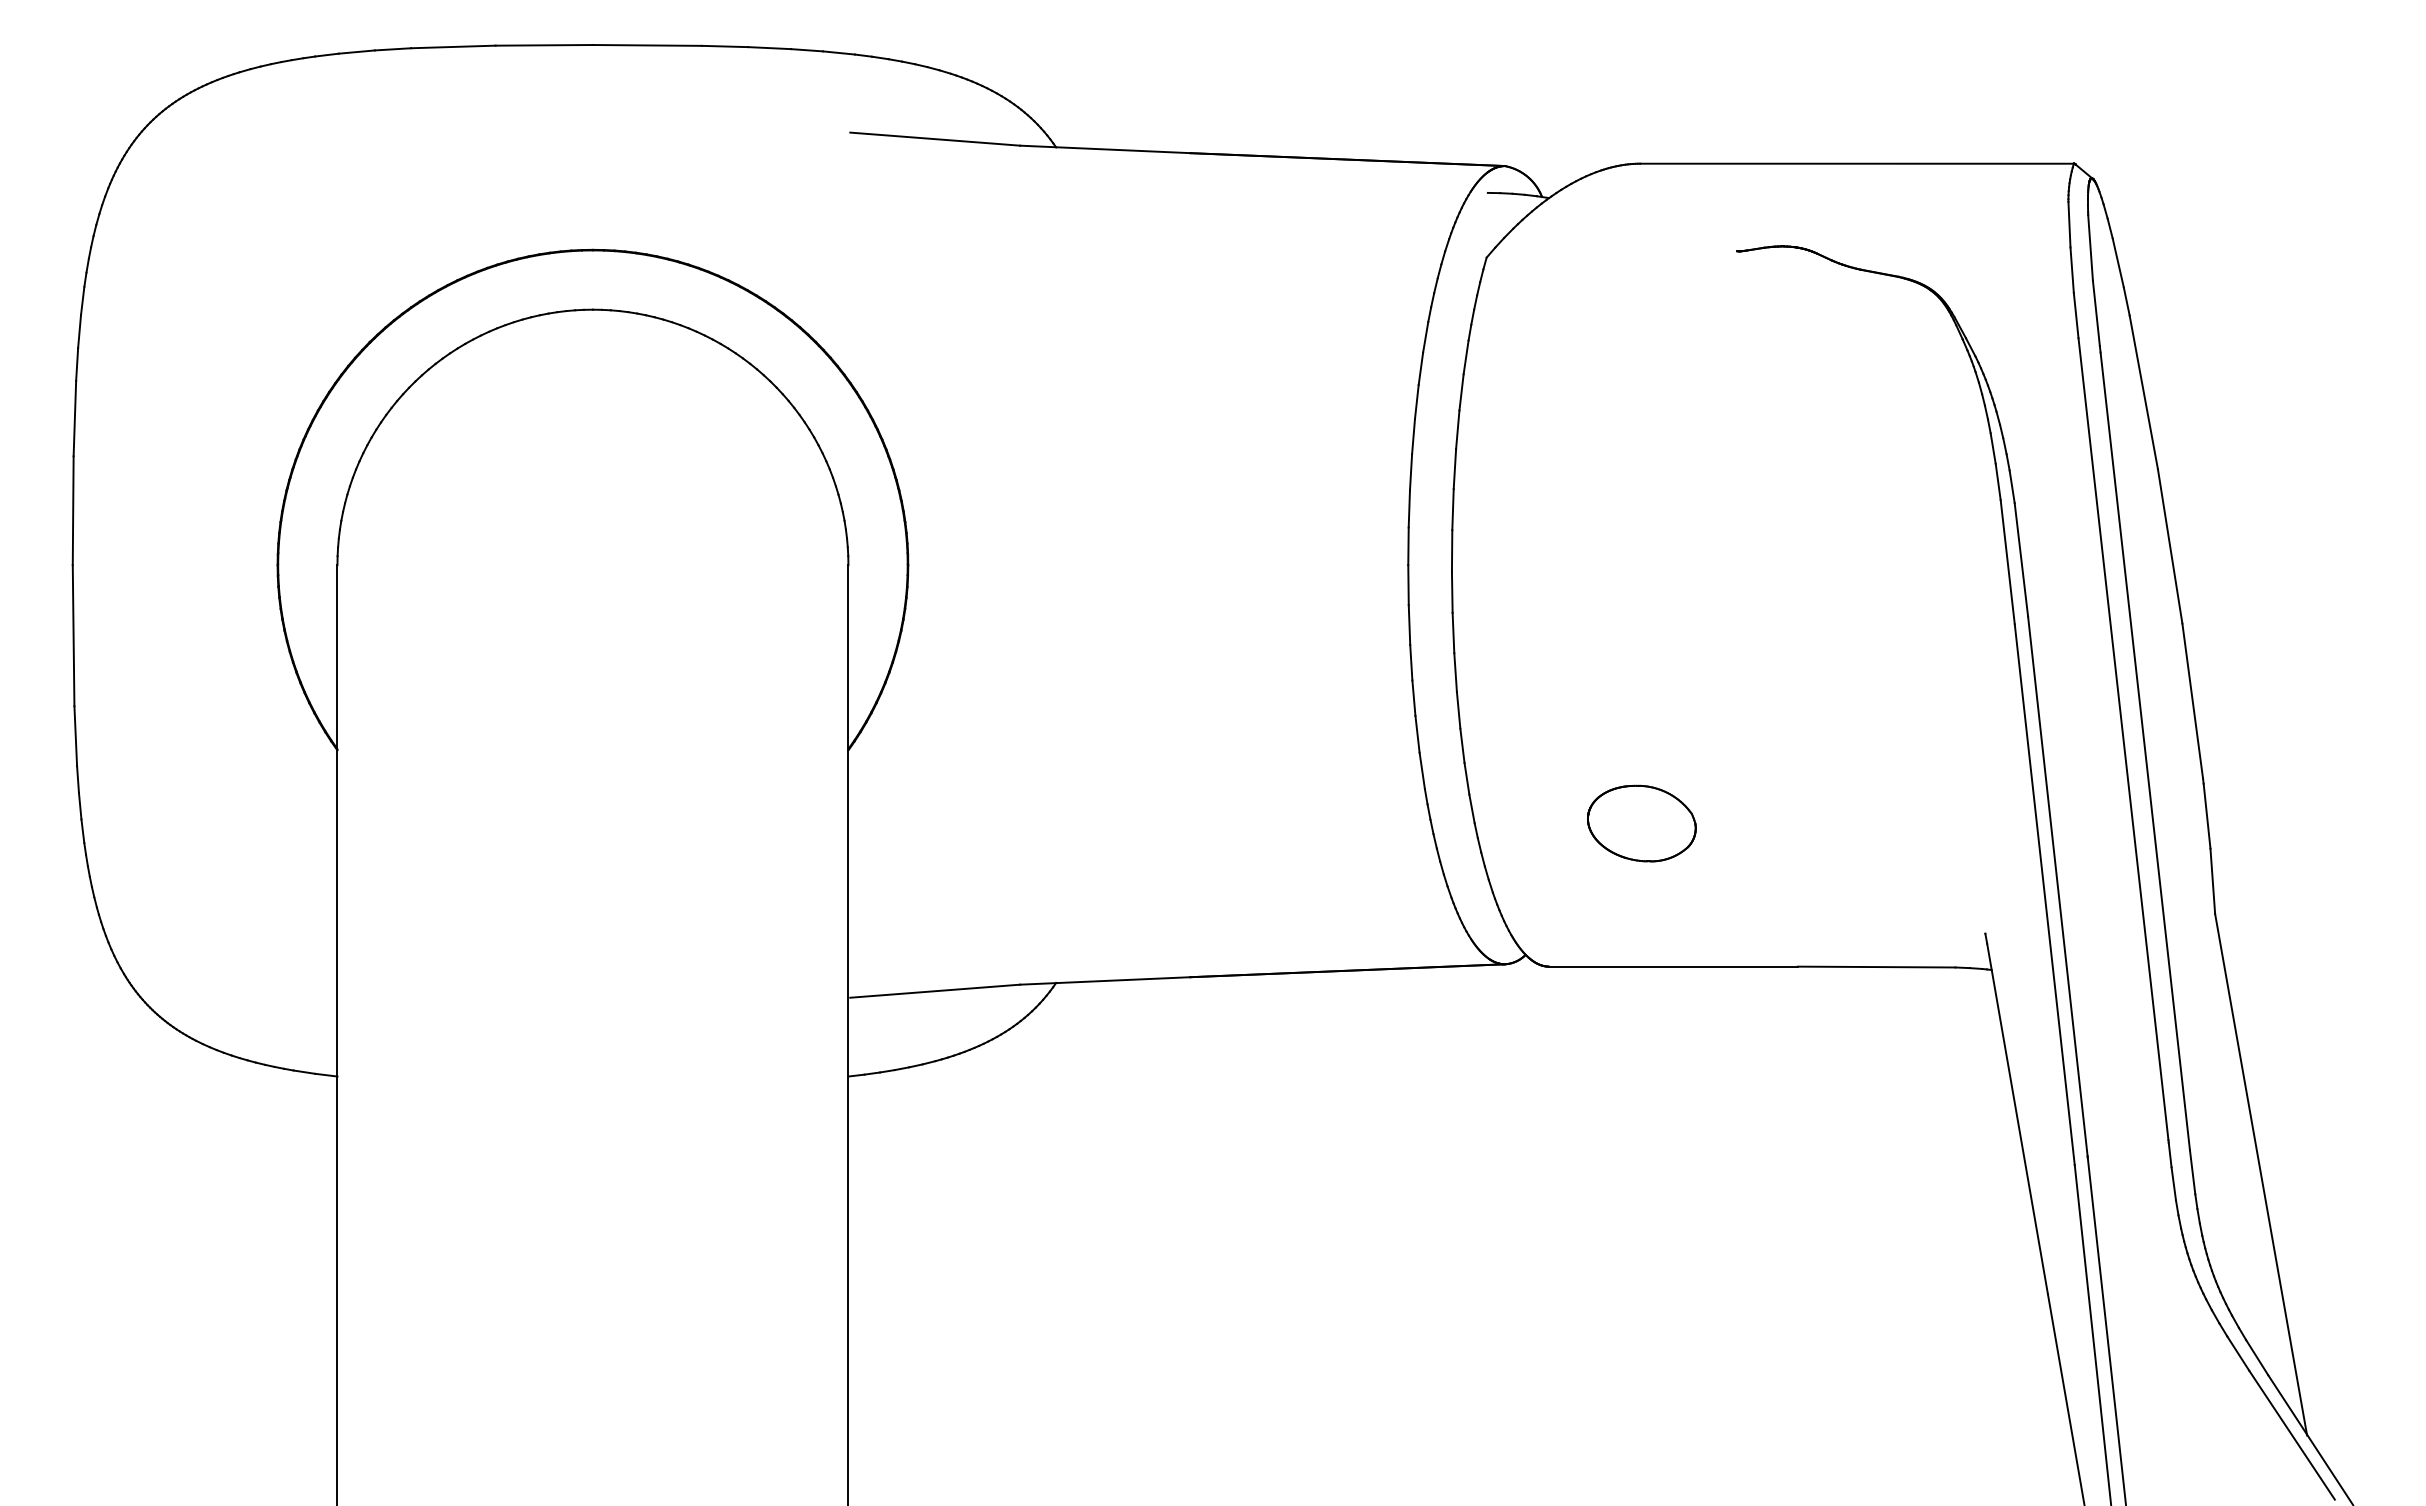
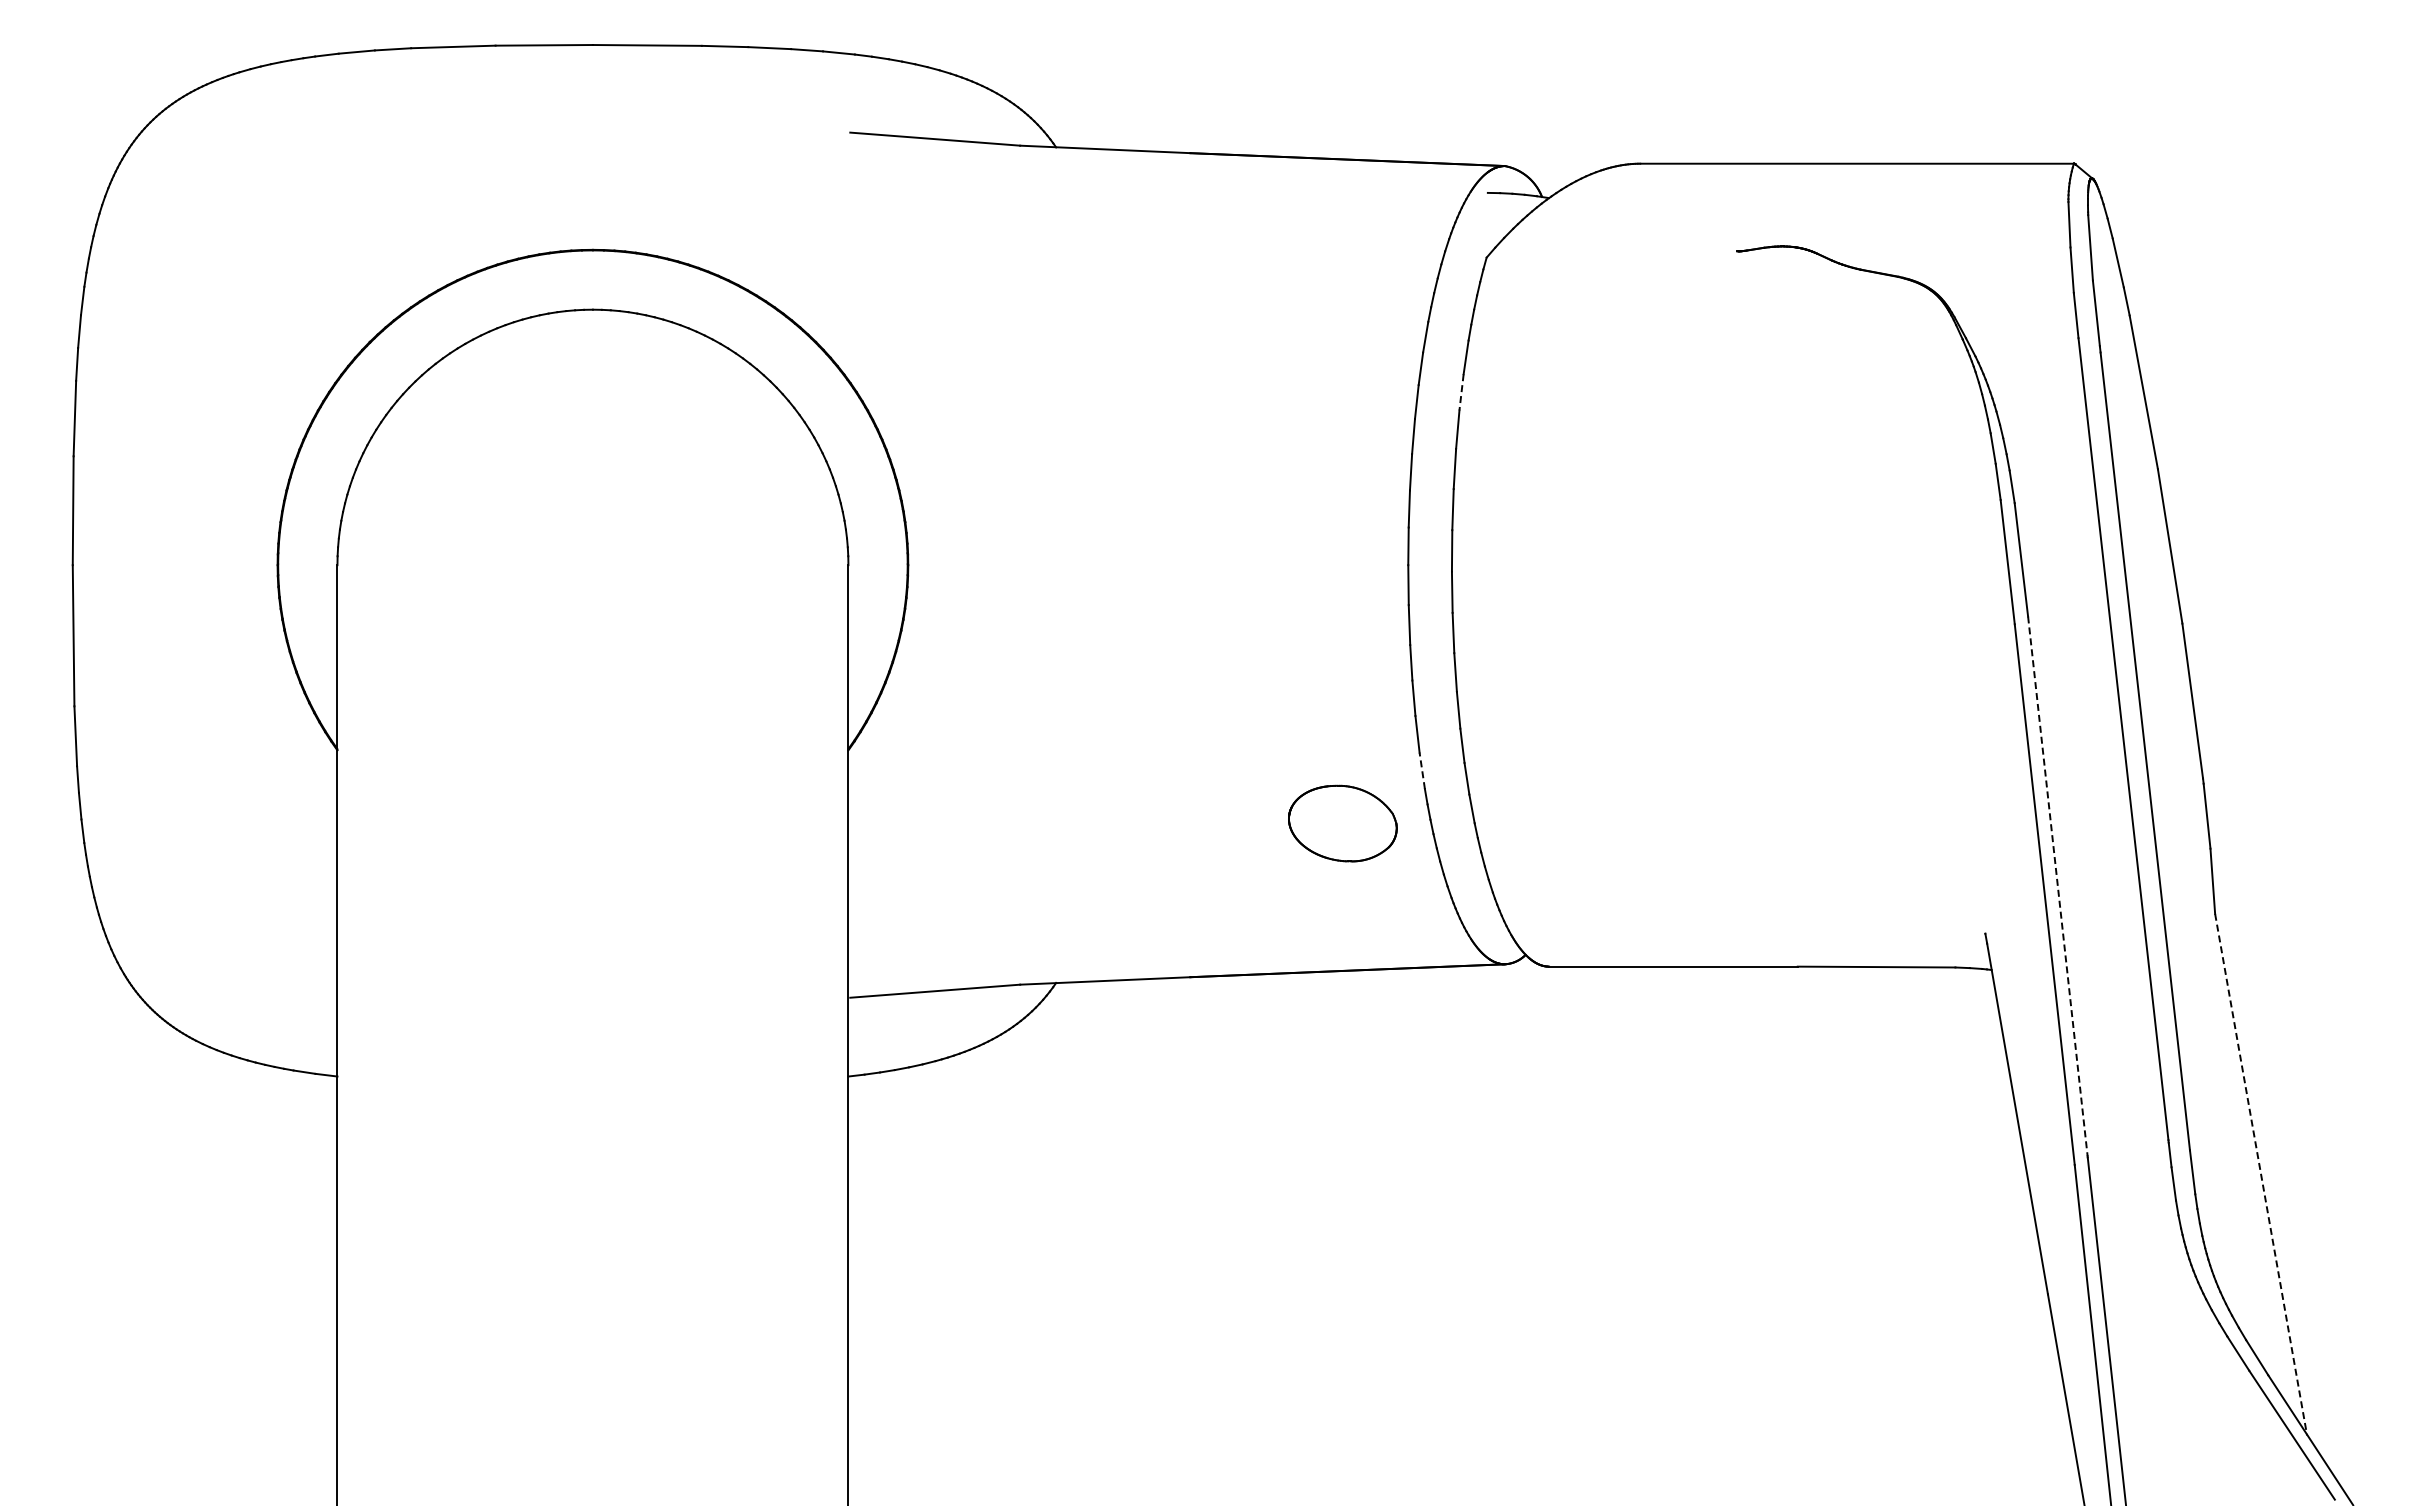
line at (1461, 392): solid -> dashed
line at (1422, 770): solid -> dashed
part at (1641, 823) position: (1641, 823) -> (1342, 823)
line at (2057, 886): solid -> dashed
line at (2261, 1174): solid -> dashed
